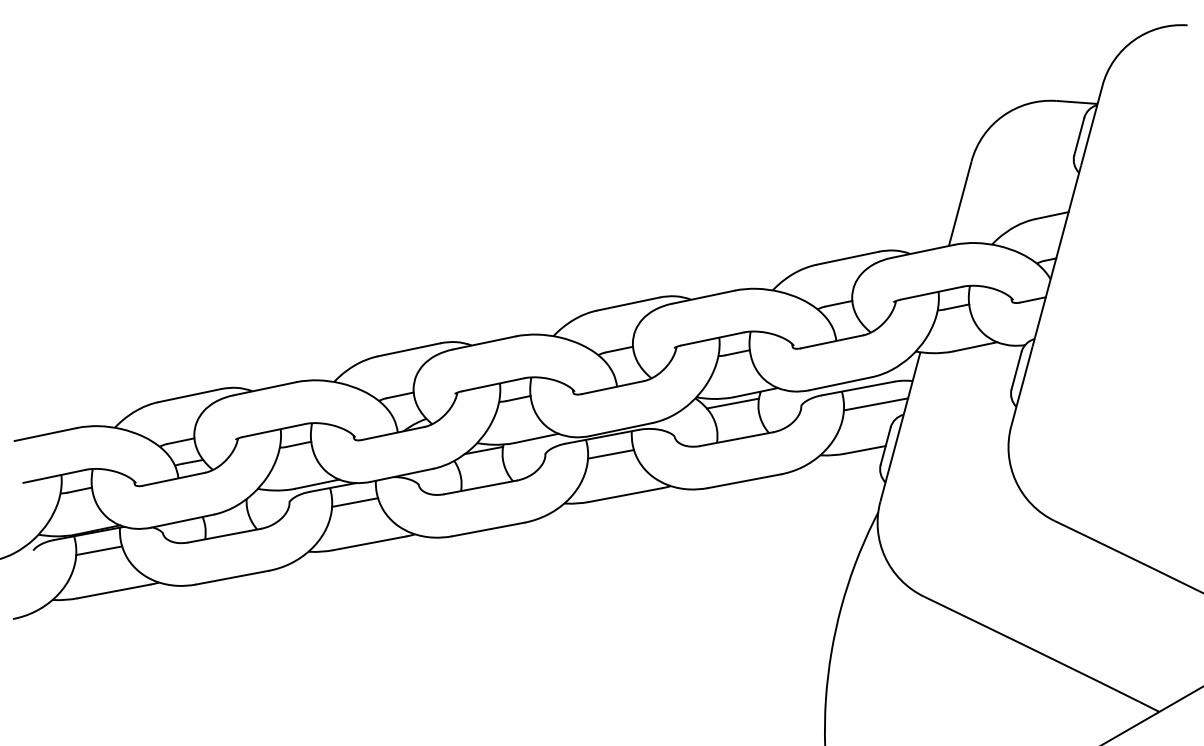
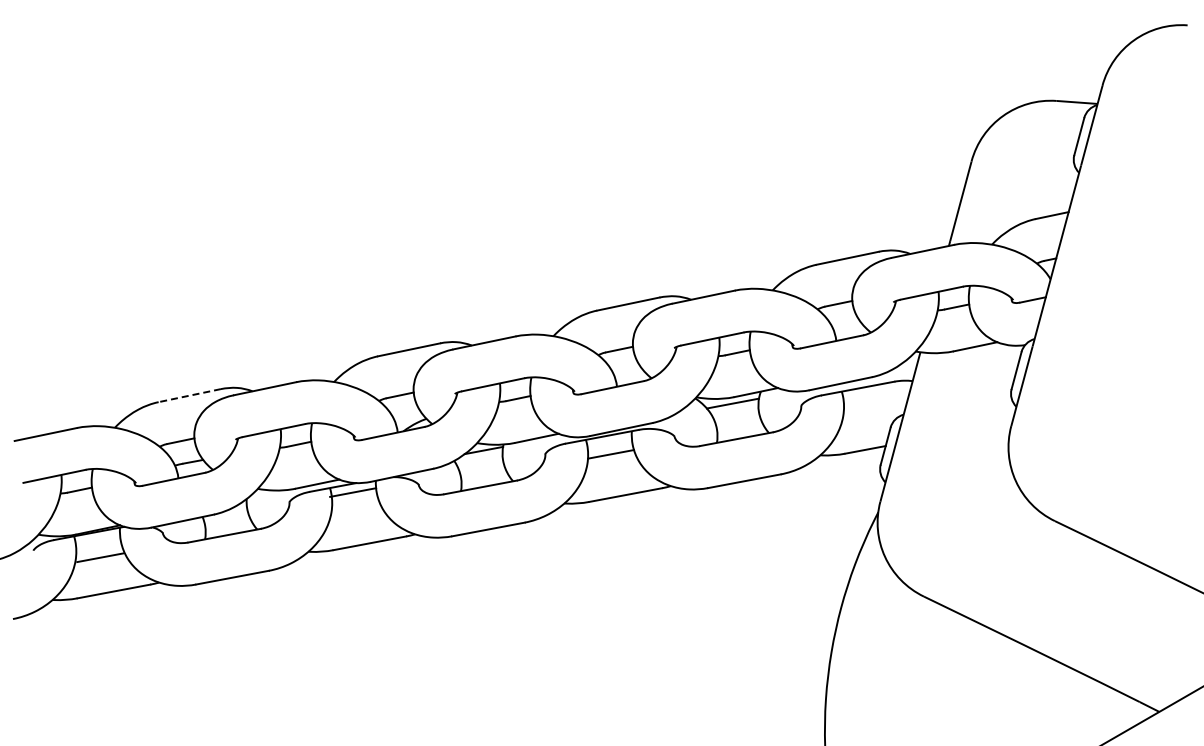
line at (189, 395): solid -> dashed
line at (875, 404): present -> none
line at (355, 502) position: (355, 502) -> (353, 492)
line at (99, 550) position: (99, 550) -> (100, 557)
